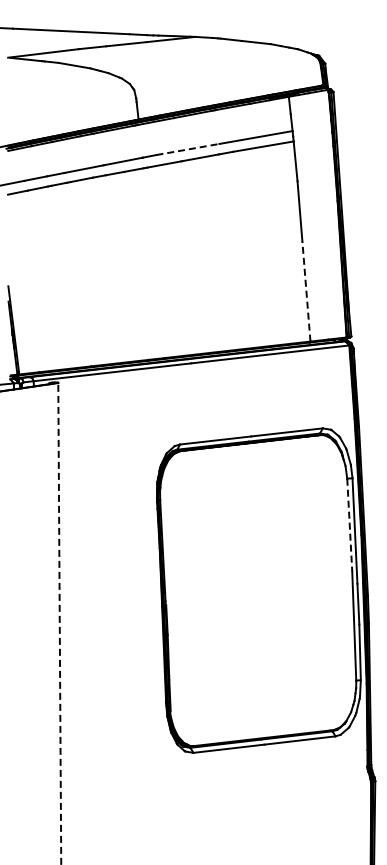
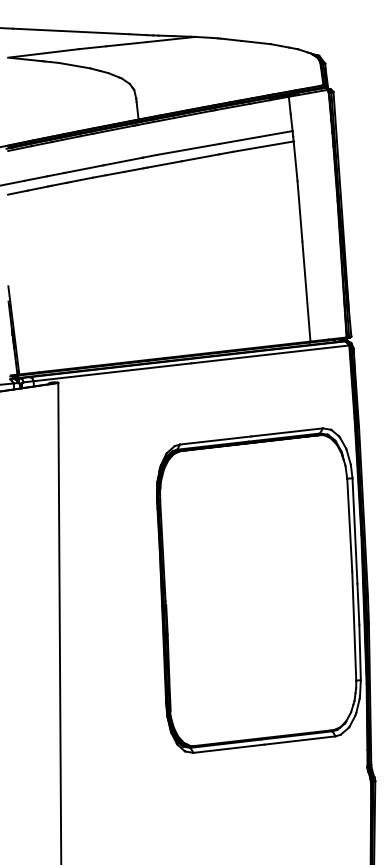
line at (187, 149): dashed -> solid
line at (306, 291): dashed -> solid
line at (349, 525): dashed -> solid
line at (59, 623): dashed -> solid
